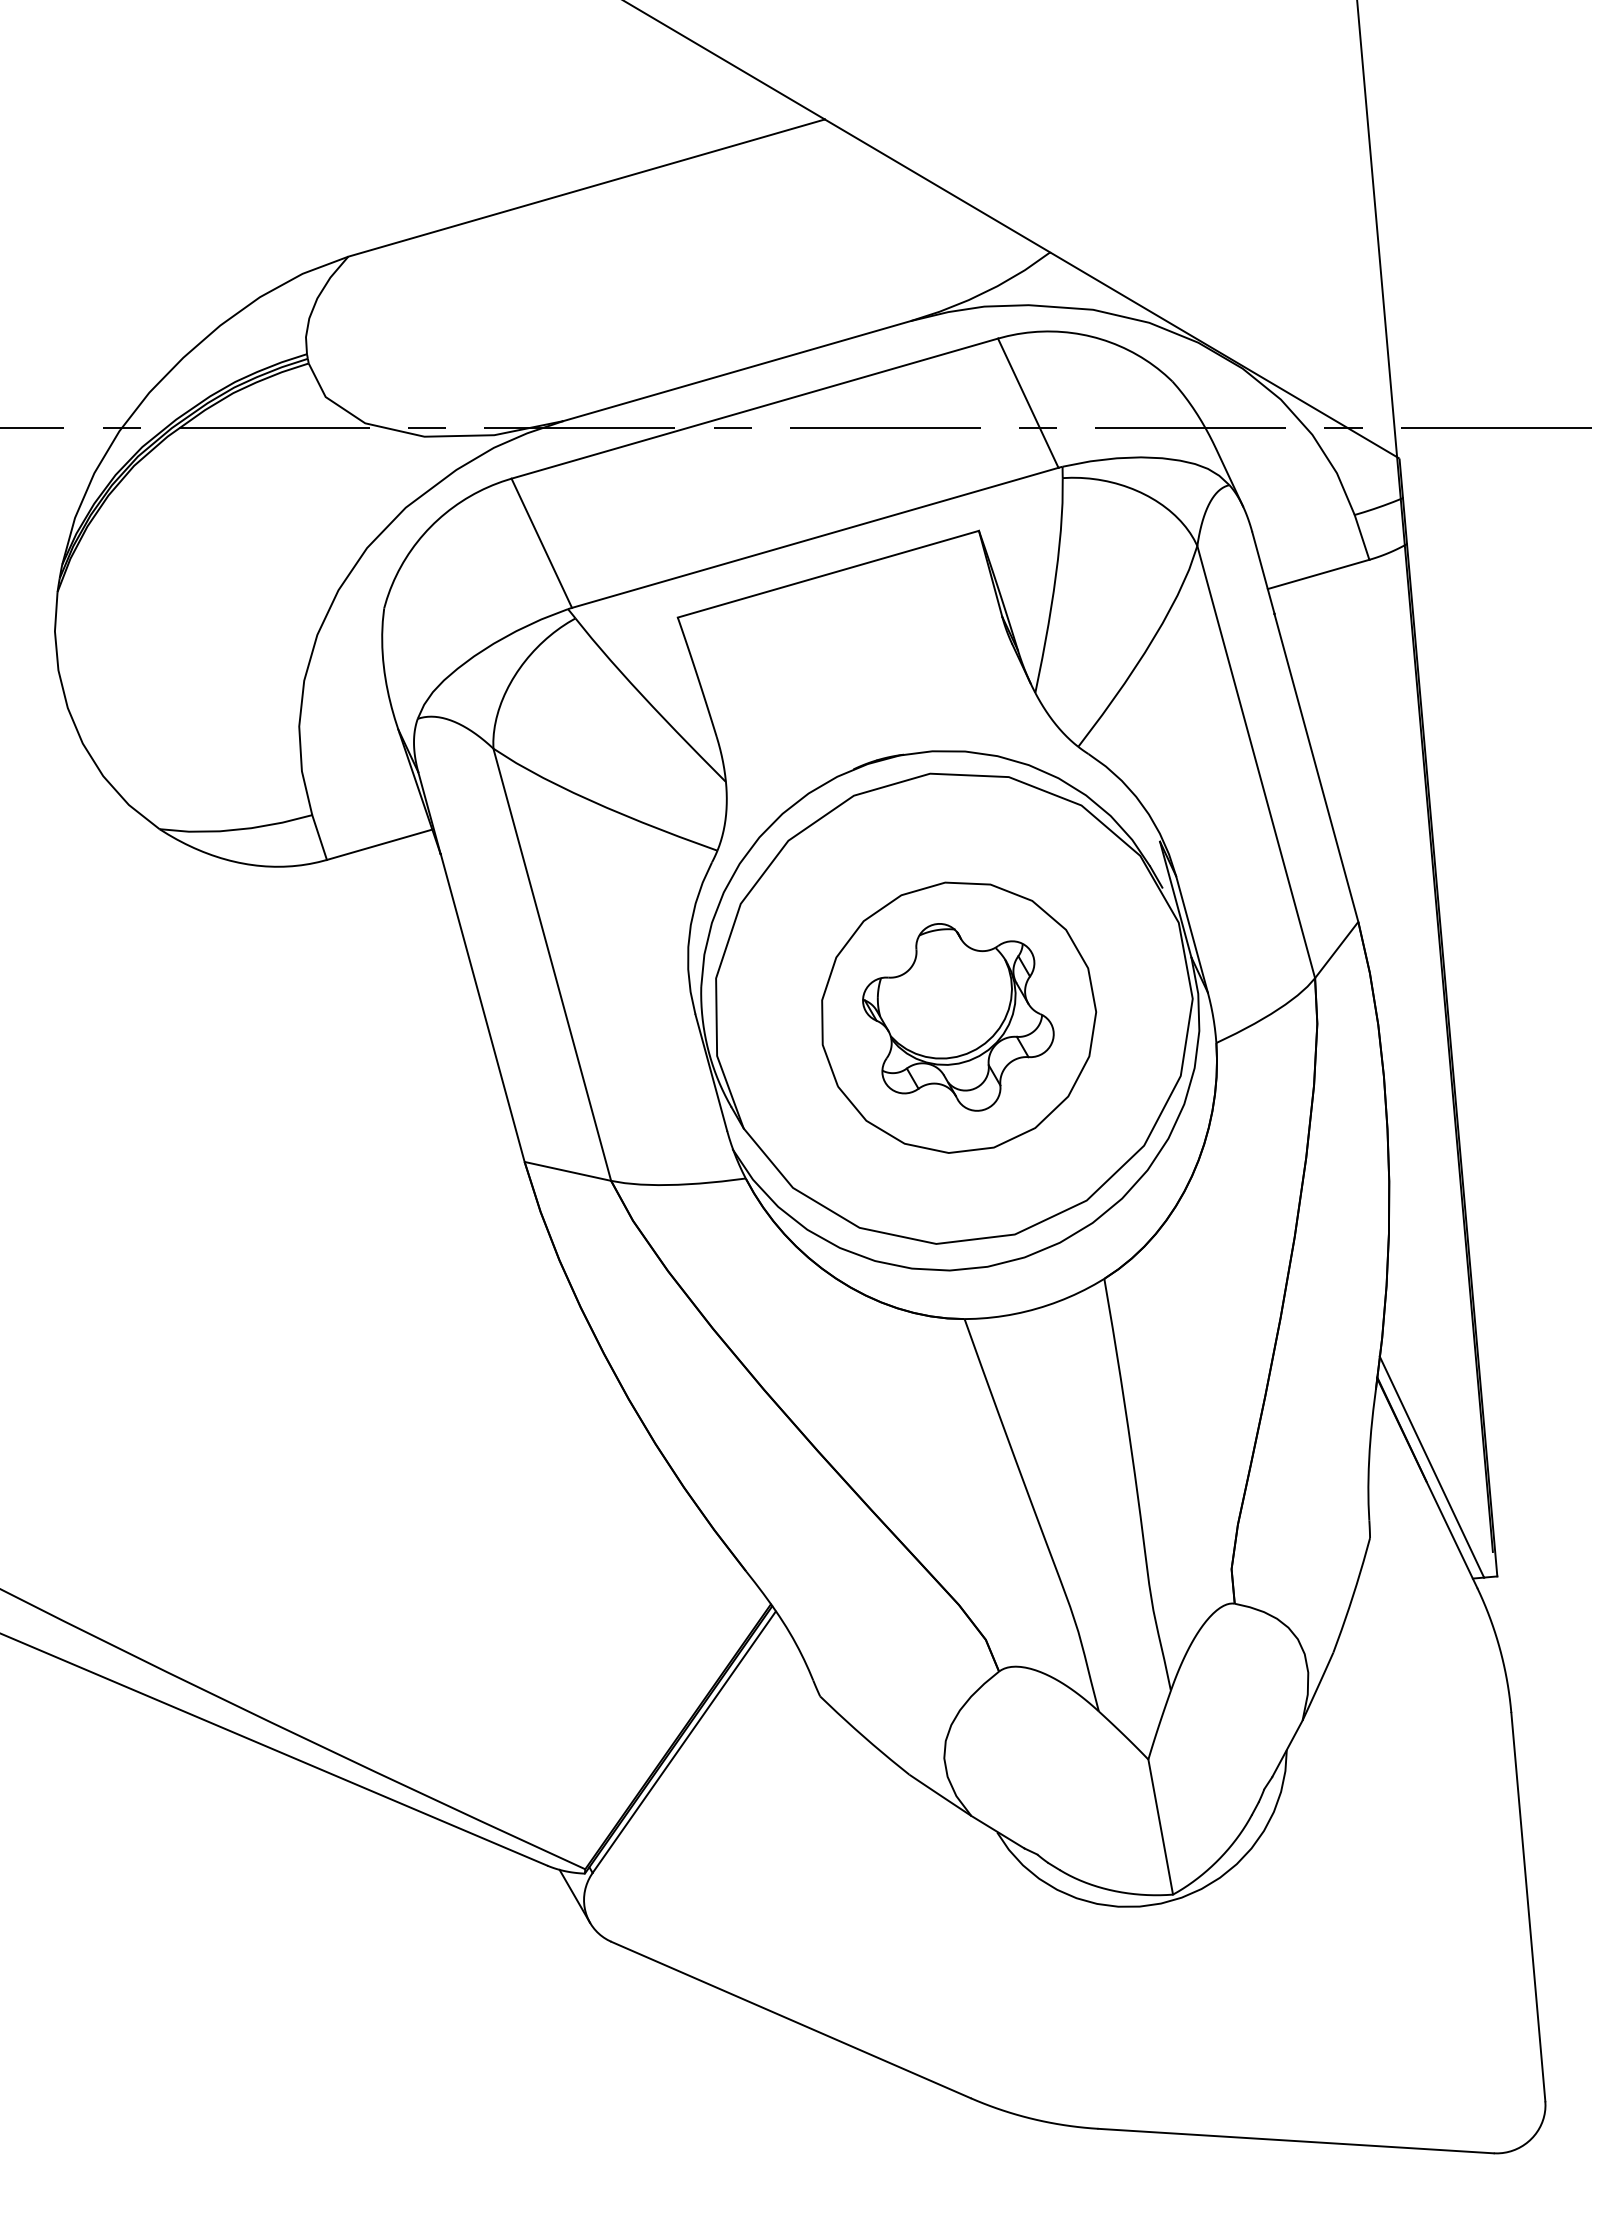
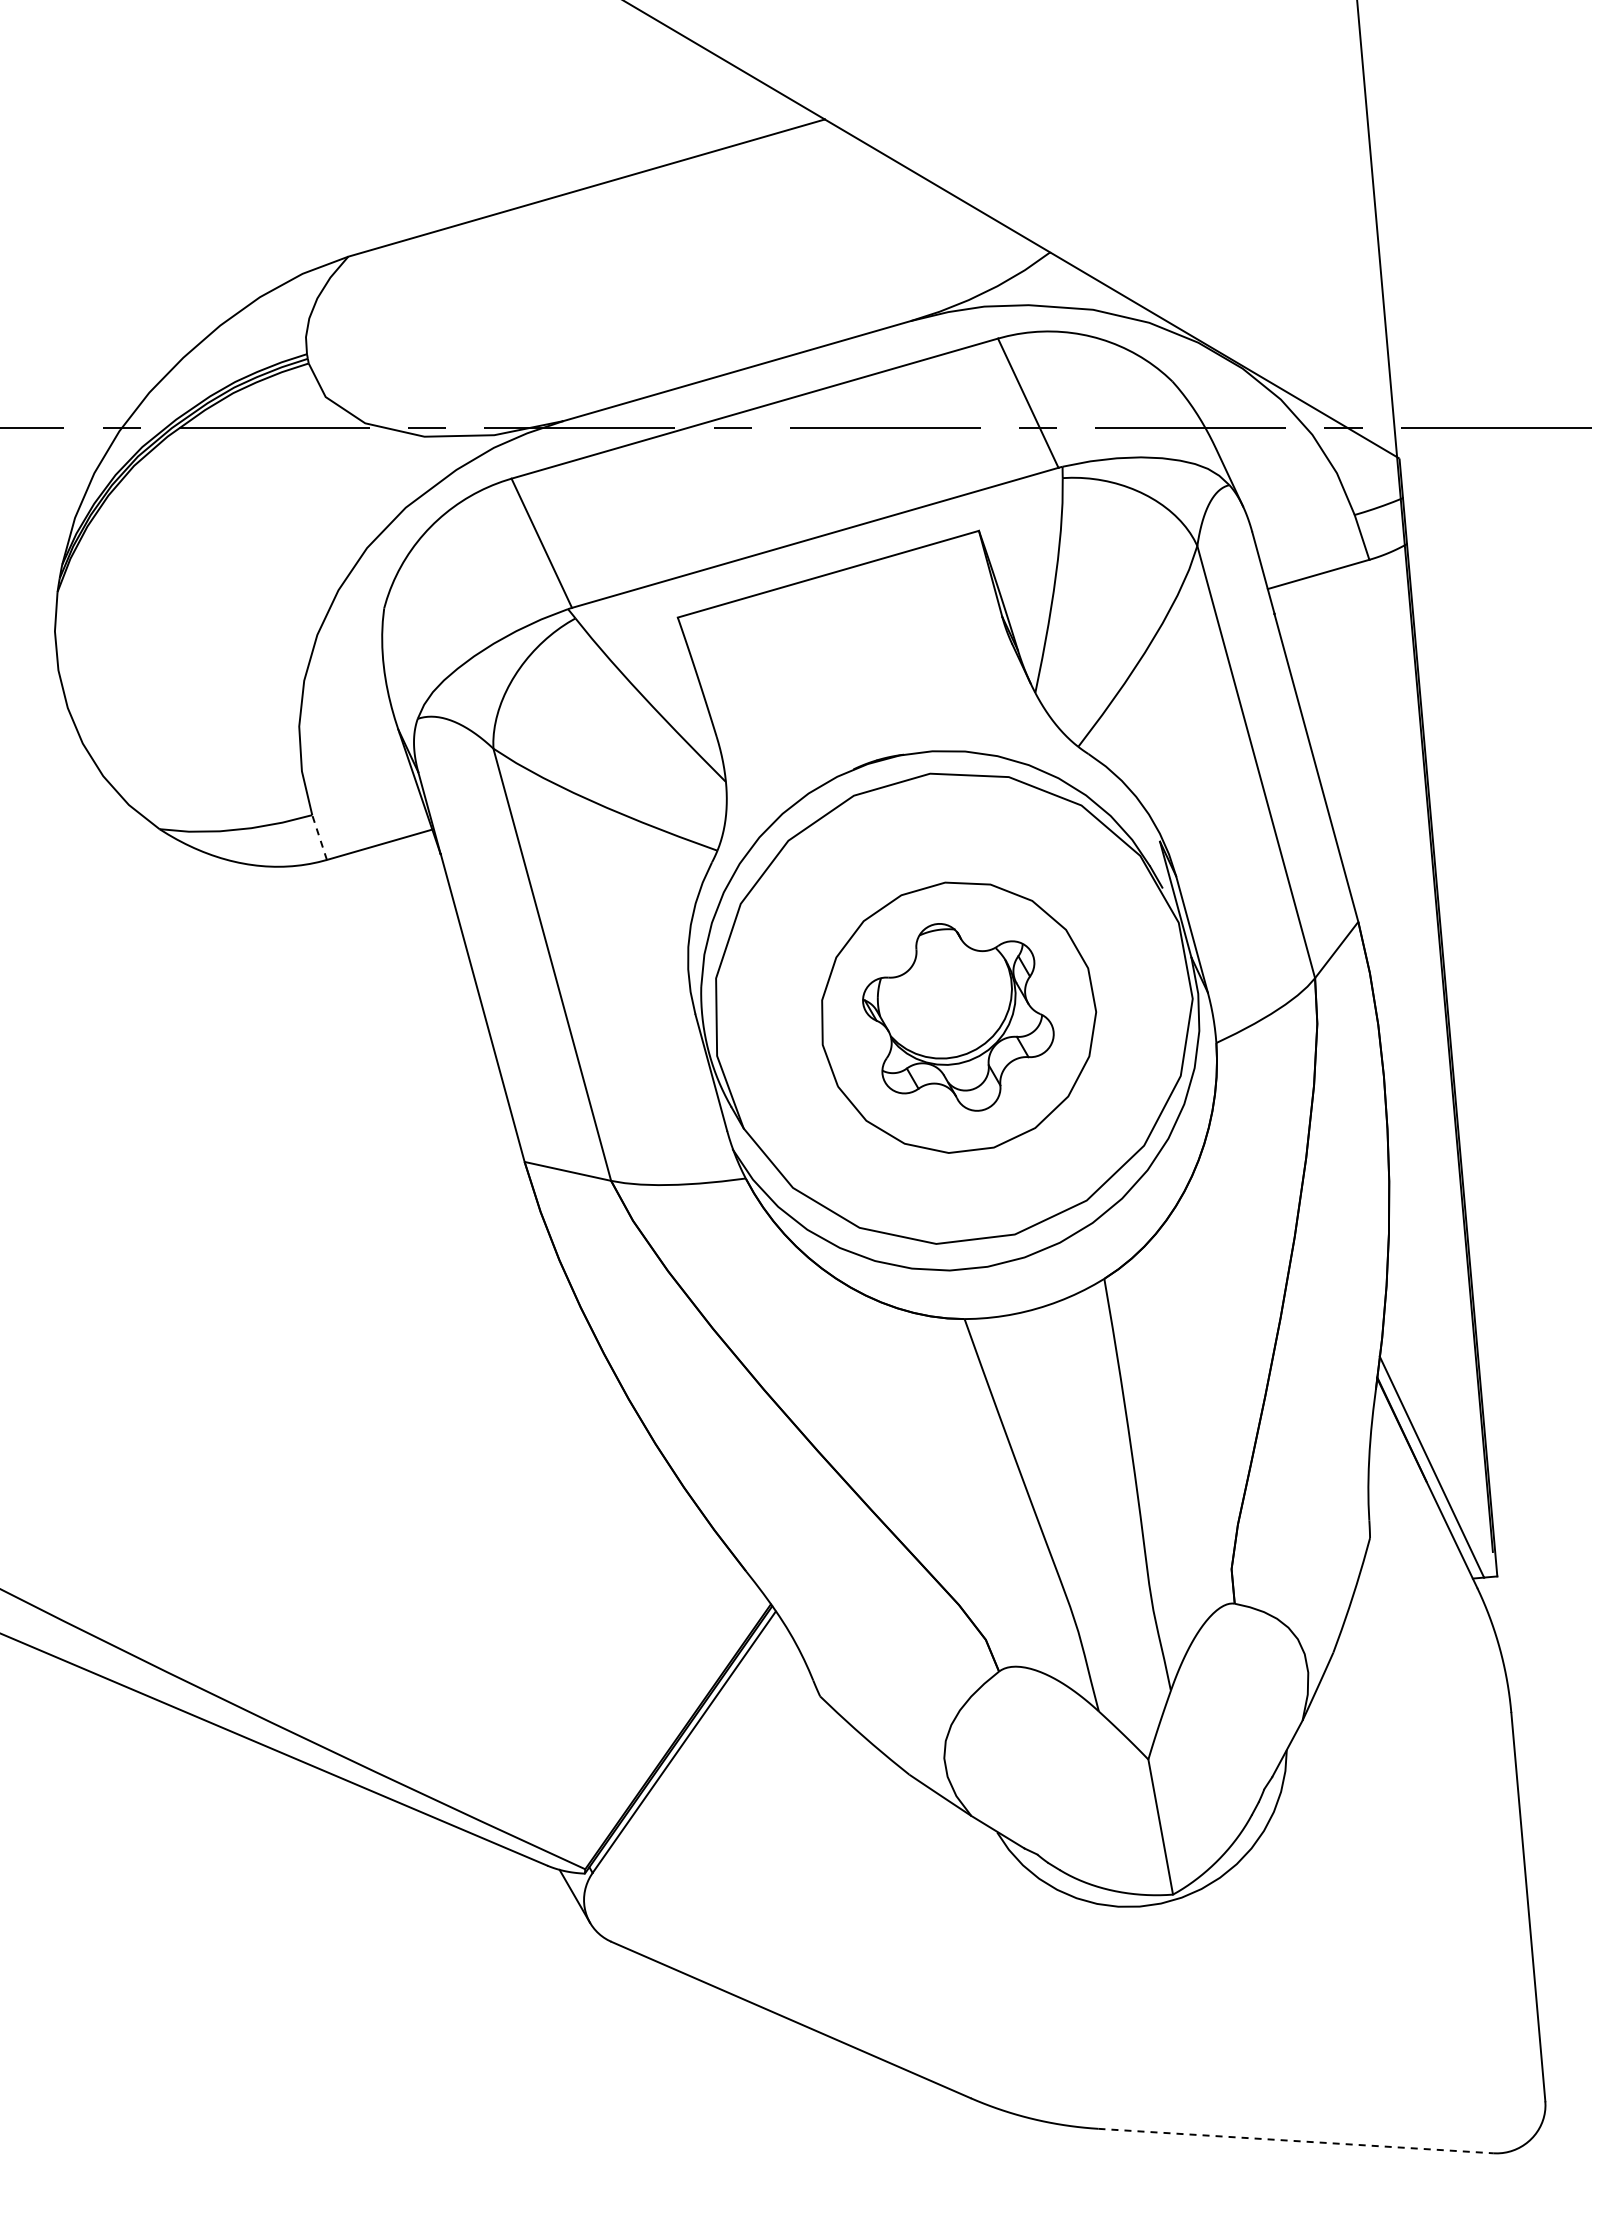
line at (319, 837): solid -> dashed
line at (1296, 2141): solid -> dashed
